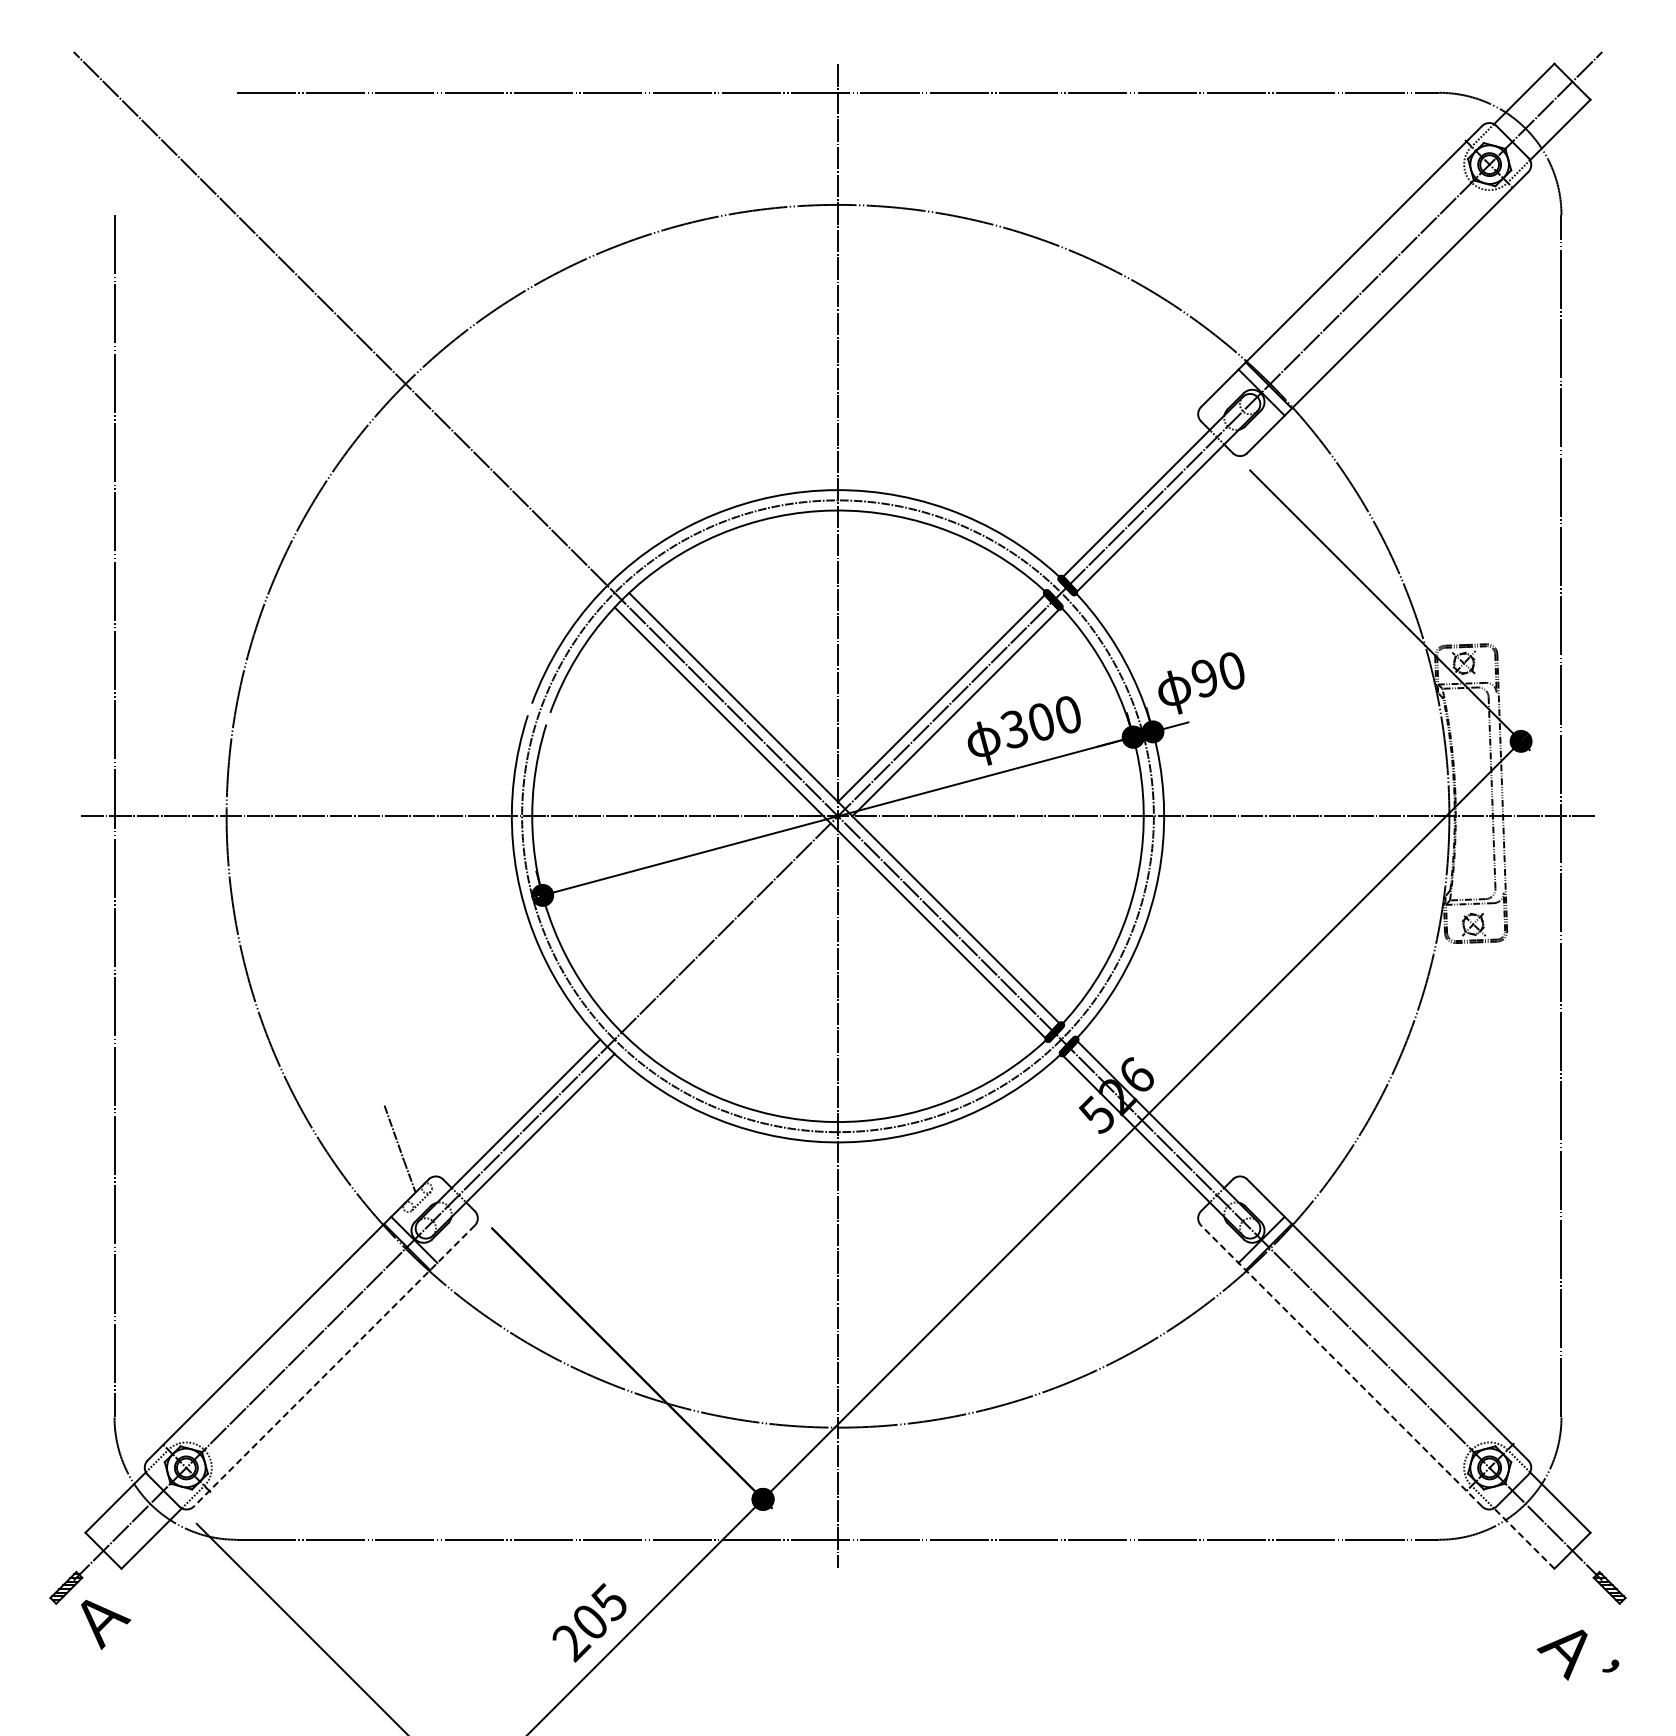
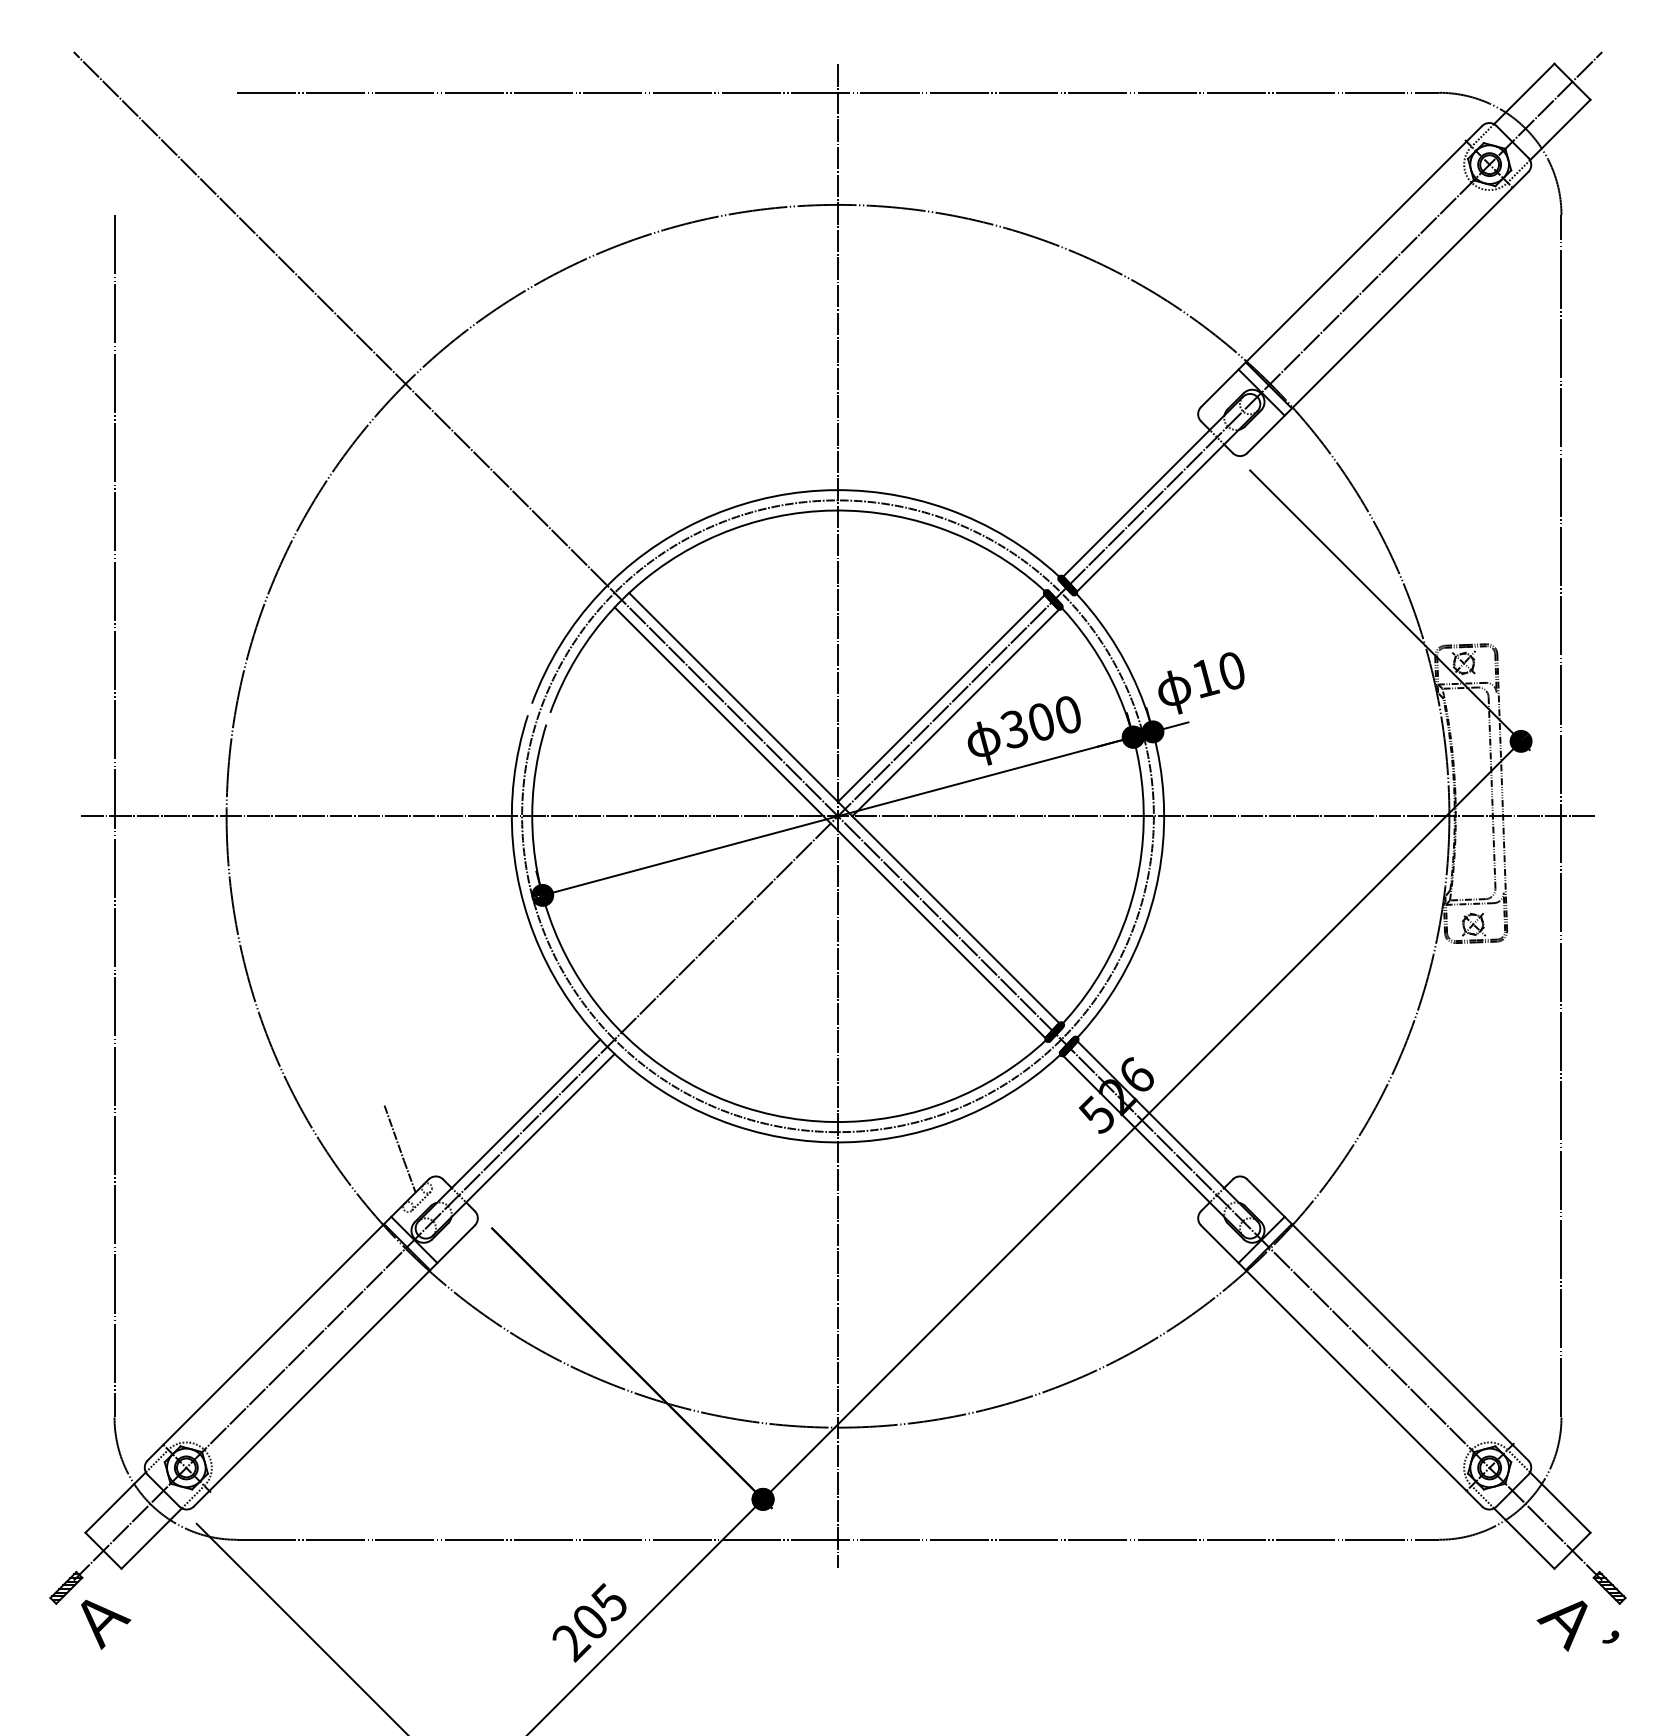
text at (1205, 678): 90 -> 10
line at (334, 1366): dashed -> solid
line at (1341, 1366): dashed -> solid
line at (1524, 1538): dashed -> solid
text at (1577, 1654) position: (1577, 1654) -> (1577, 1625)
